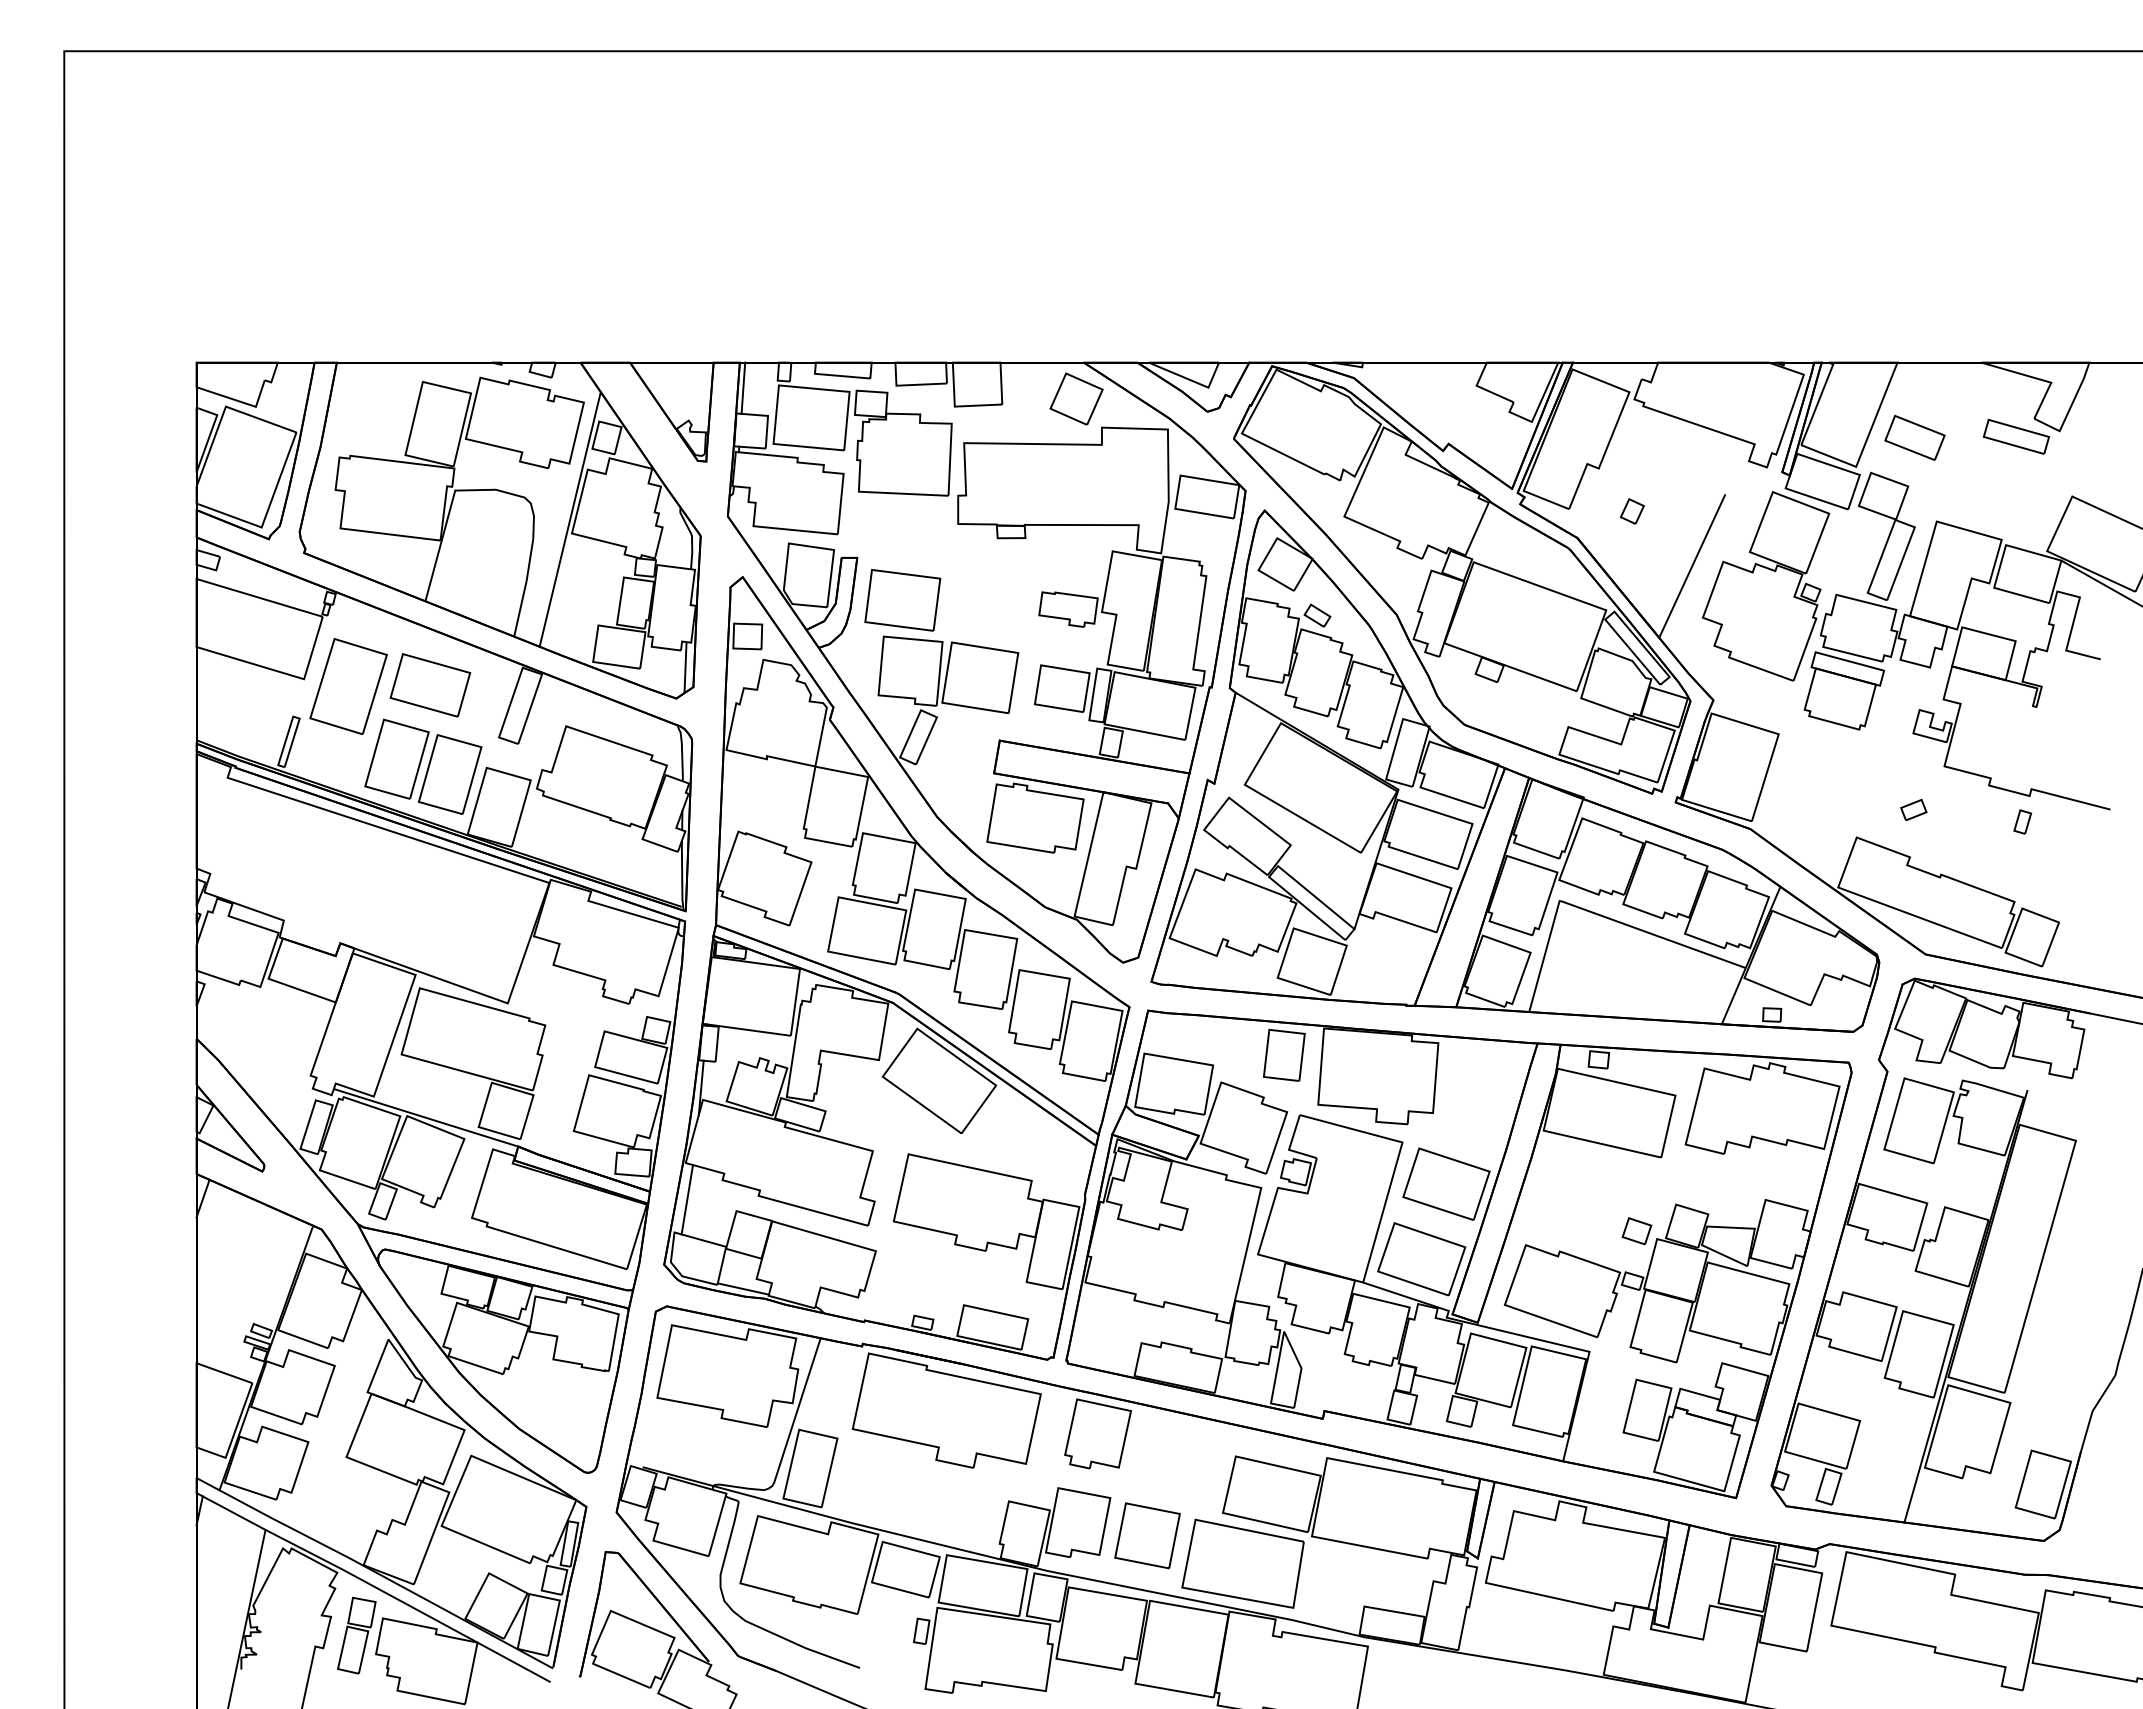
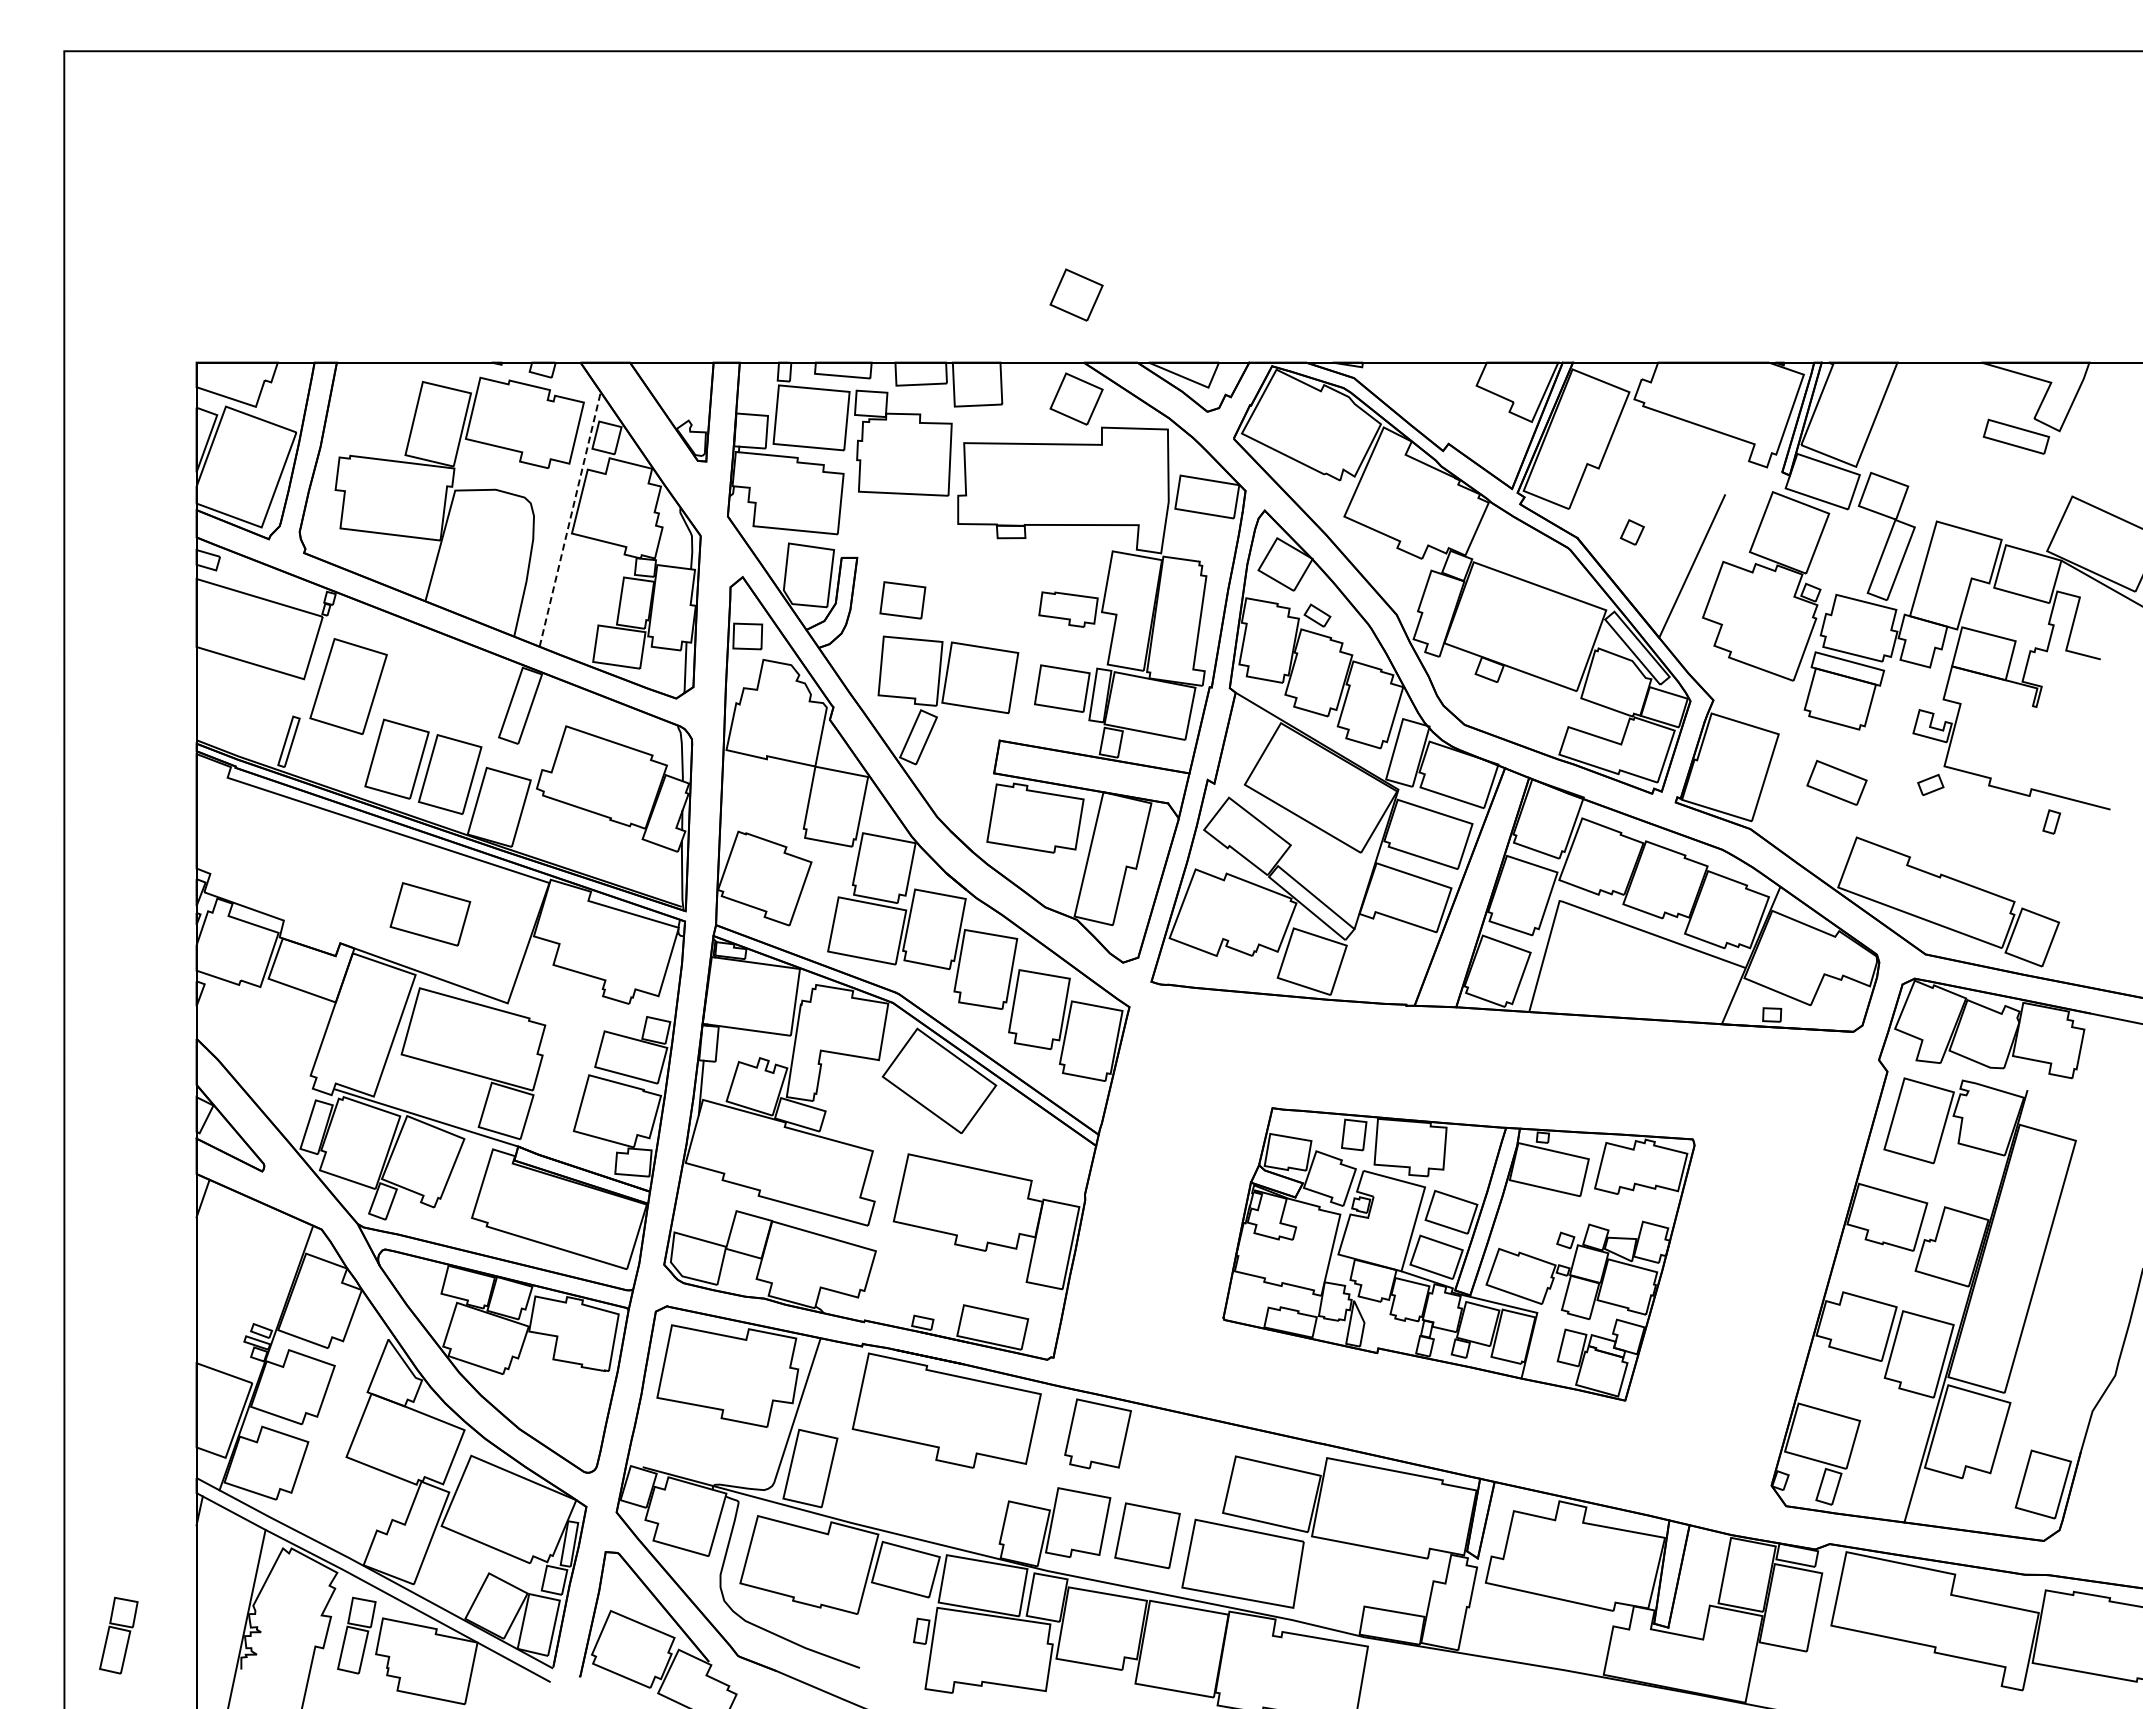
part at (1076, 294): none -> present
line at (743, 387): present -> none
part at (1914, 437) position: (1914, 437) -> (1836, 782)
part at (1631, 511) position: (1631, 511) -> (1631, 532)
line at (570, 519): solid -> dashed
part at (902, 600) size: 78x63 px -> 48x39 px
part at (430, 685) position: (430, 685) -> (430, 914)
part at (1913, 809) position: (1913, 809) -> (1930, 784)
part at (2022, 821) position: (2022, 821) -> (2051, 821)
line at (687, 1199): present -> none
part at (1458, 1254) size: 788x491 px -> 474x295 px
line at (742, 1288): present -> none
part at (118, 1635): none -> present
